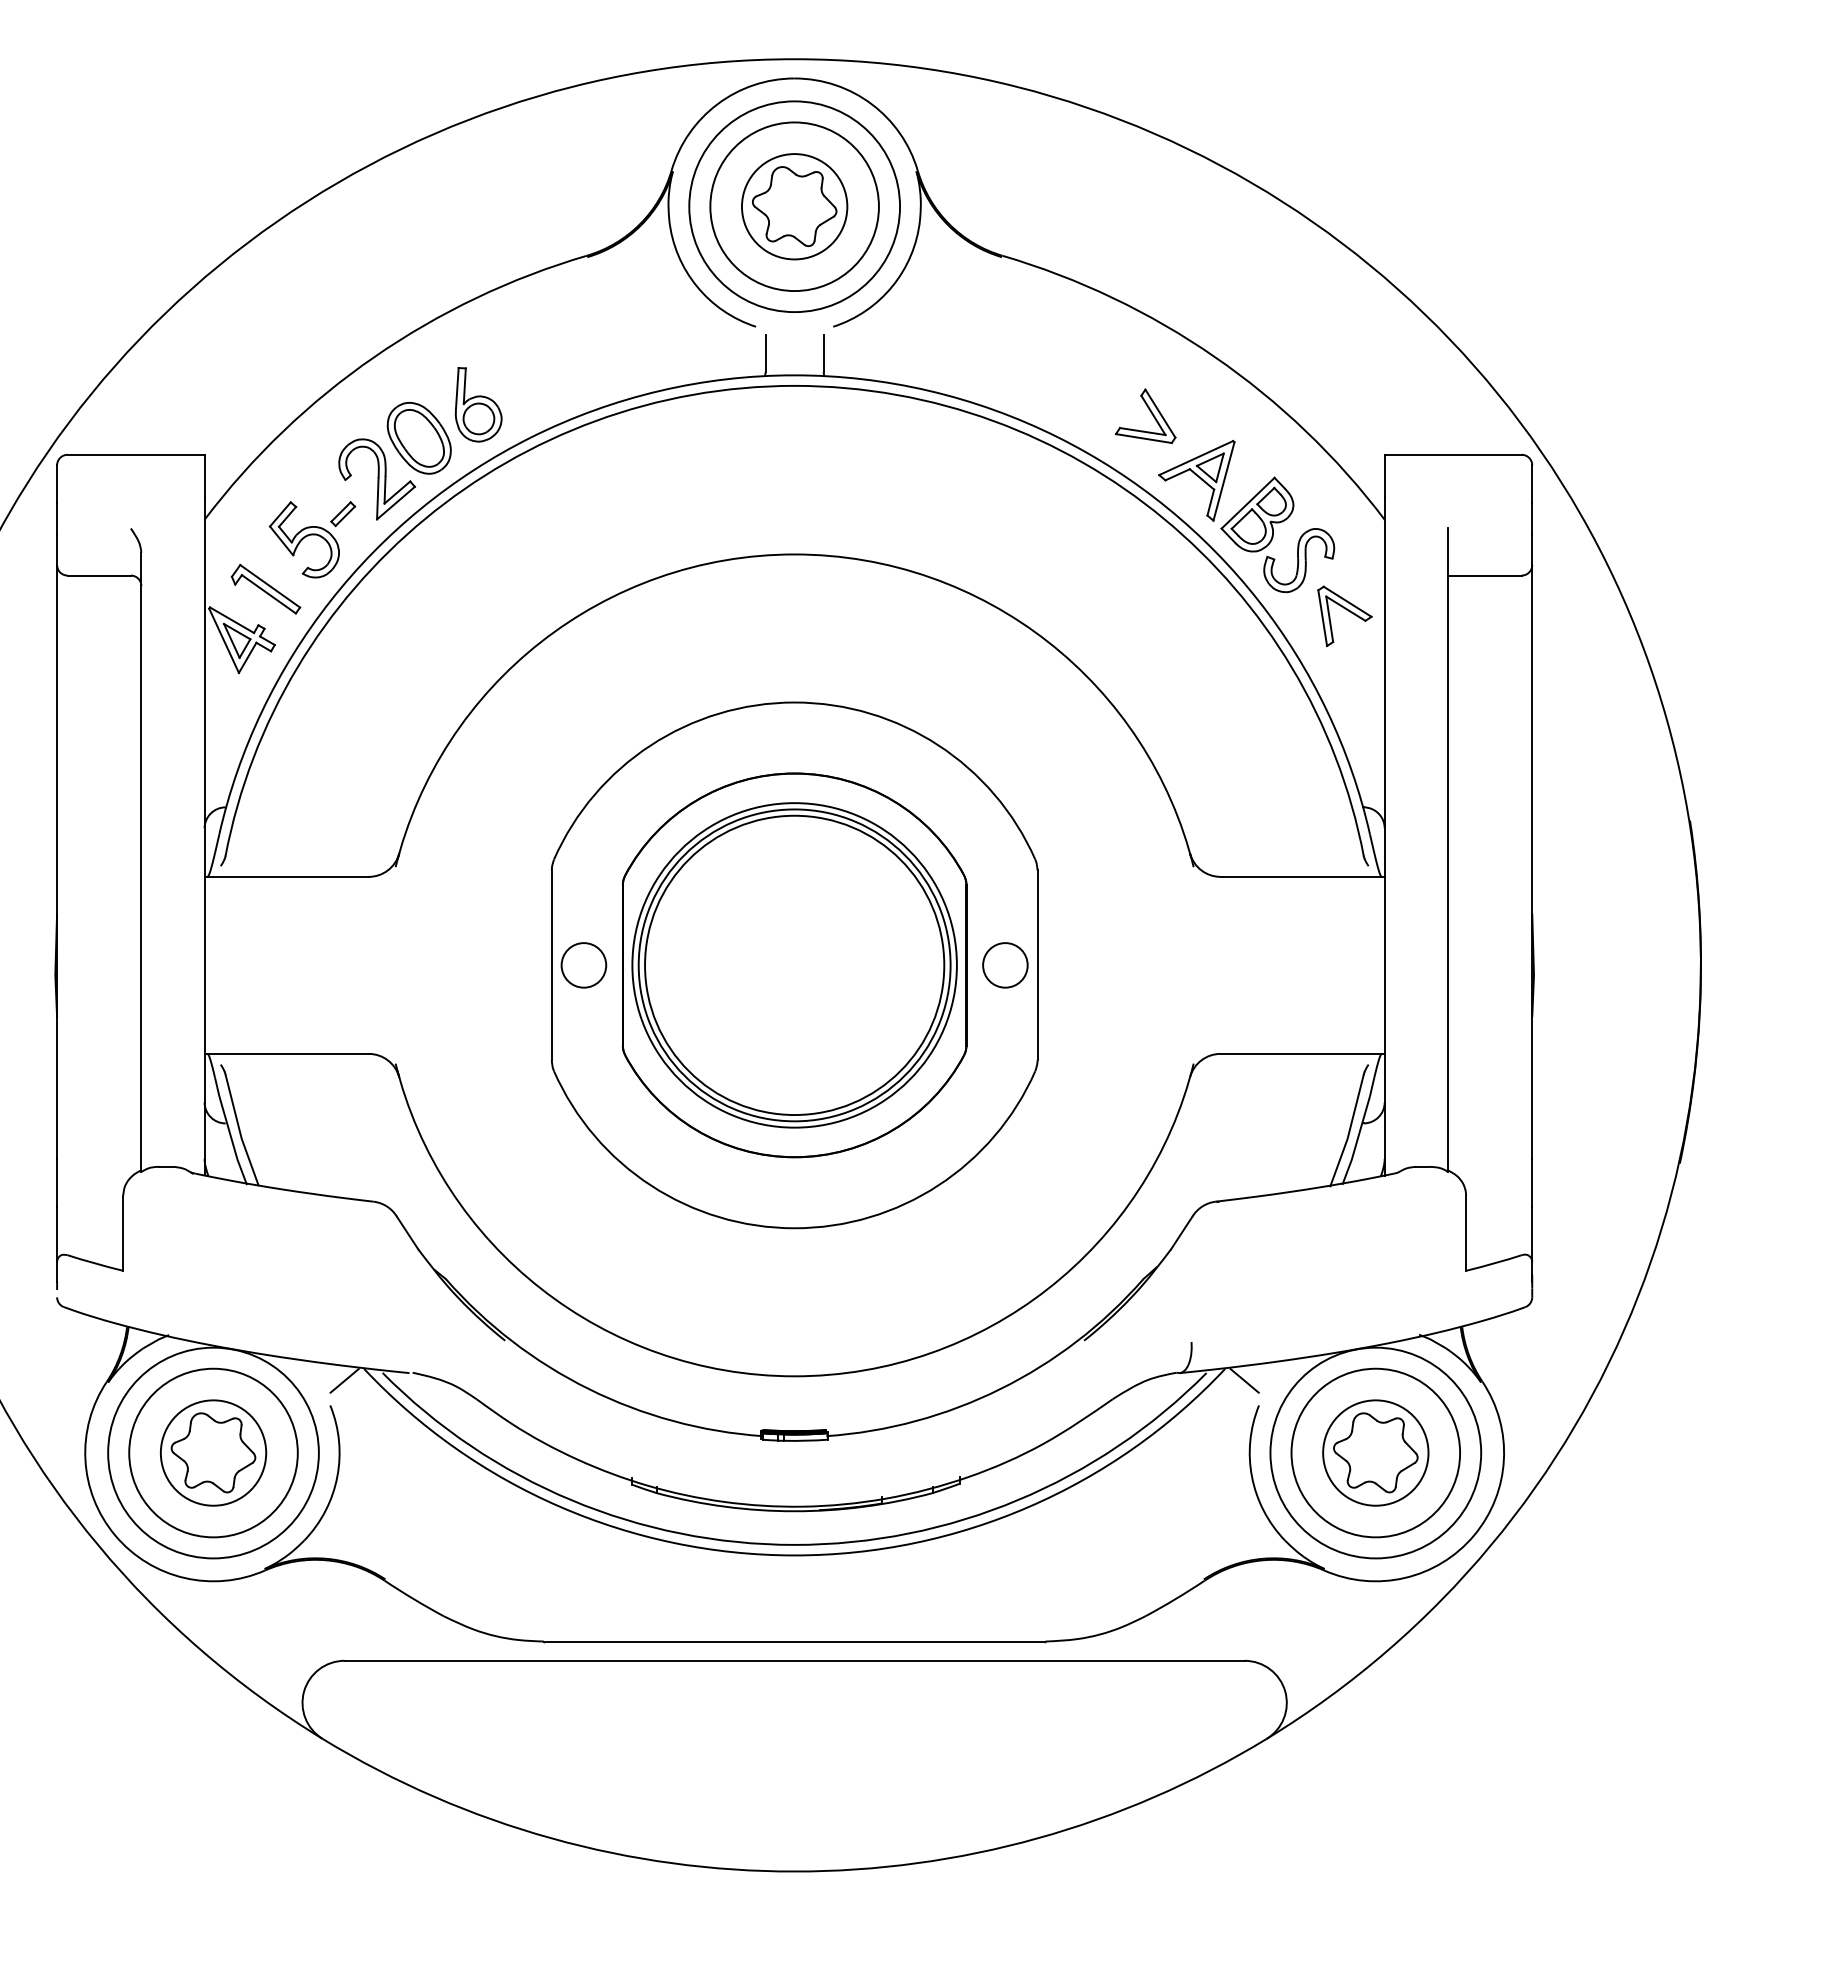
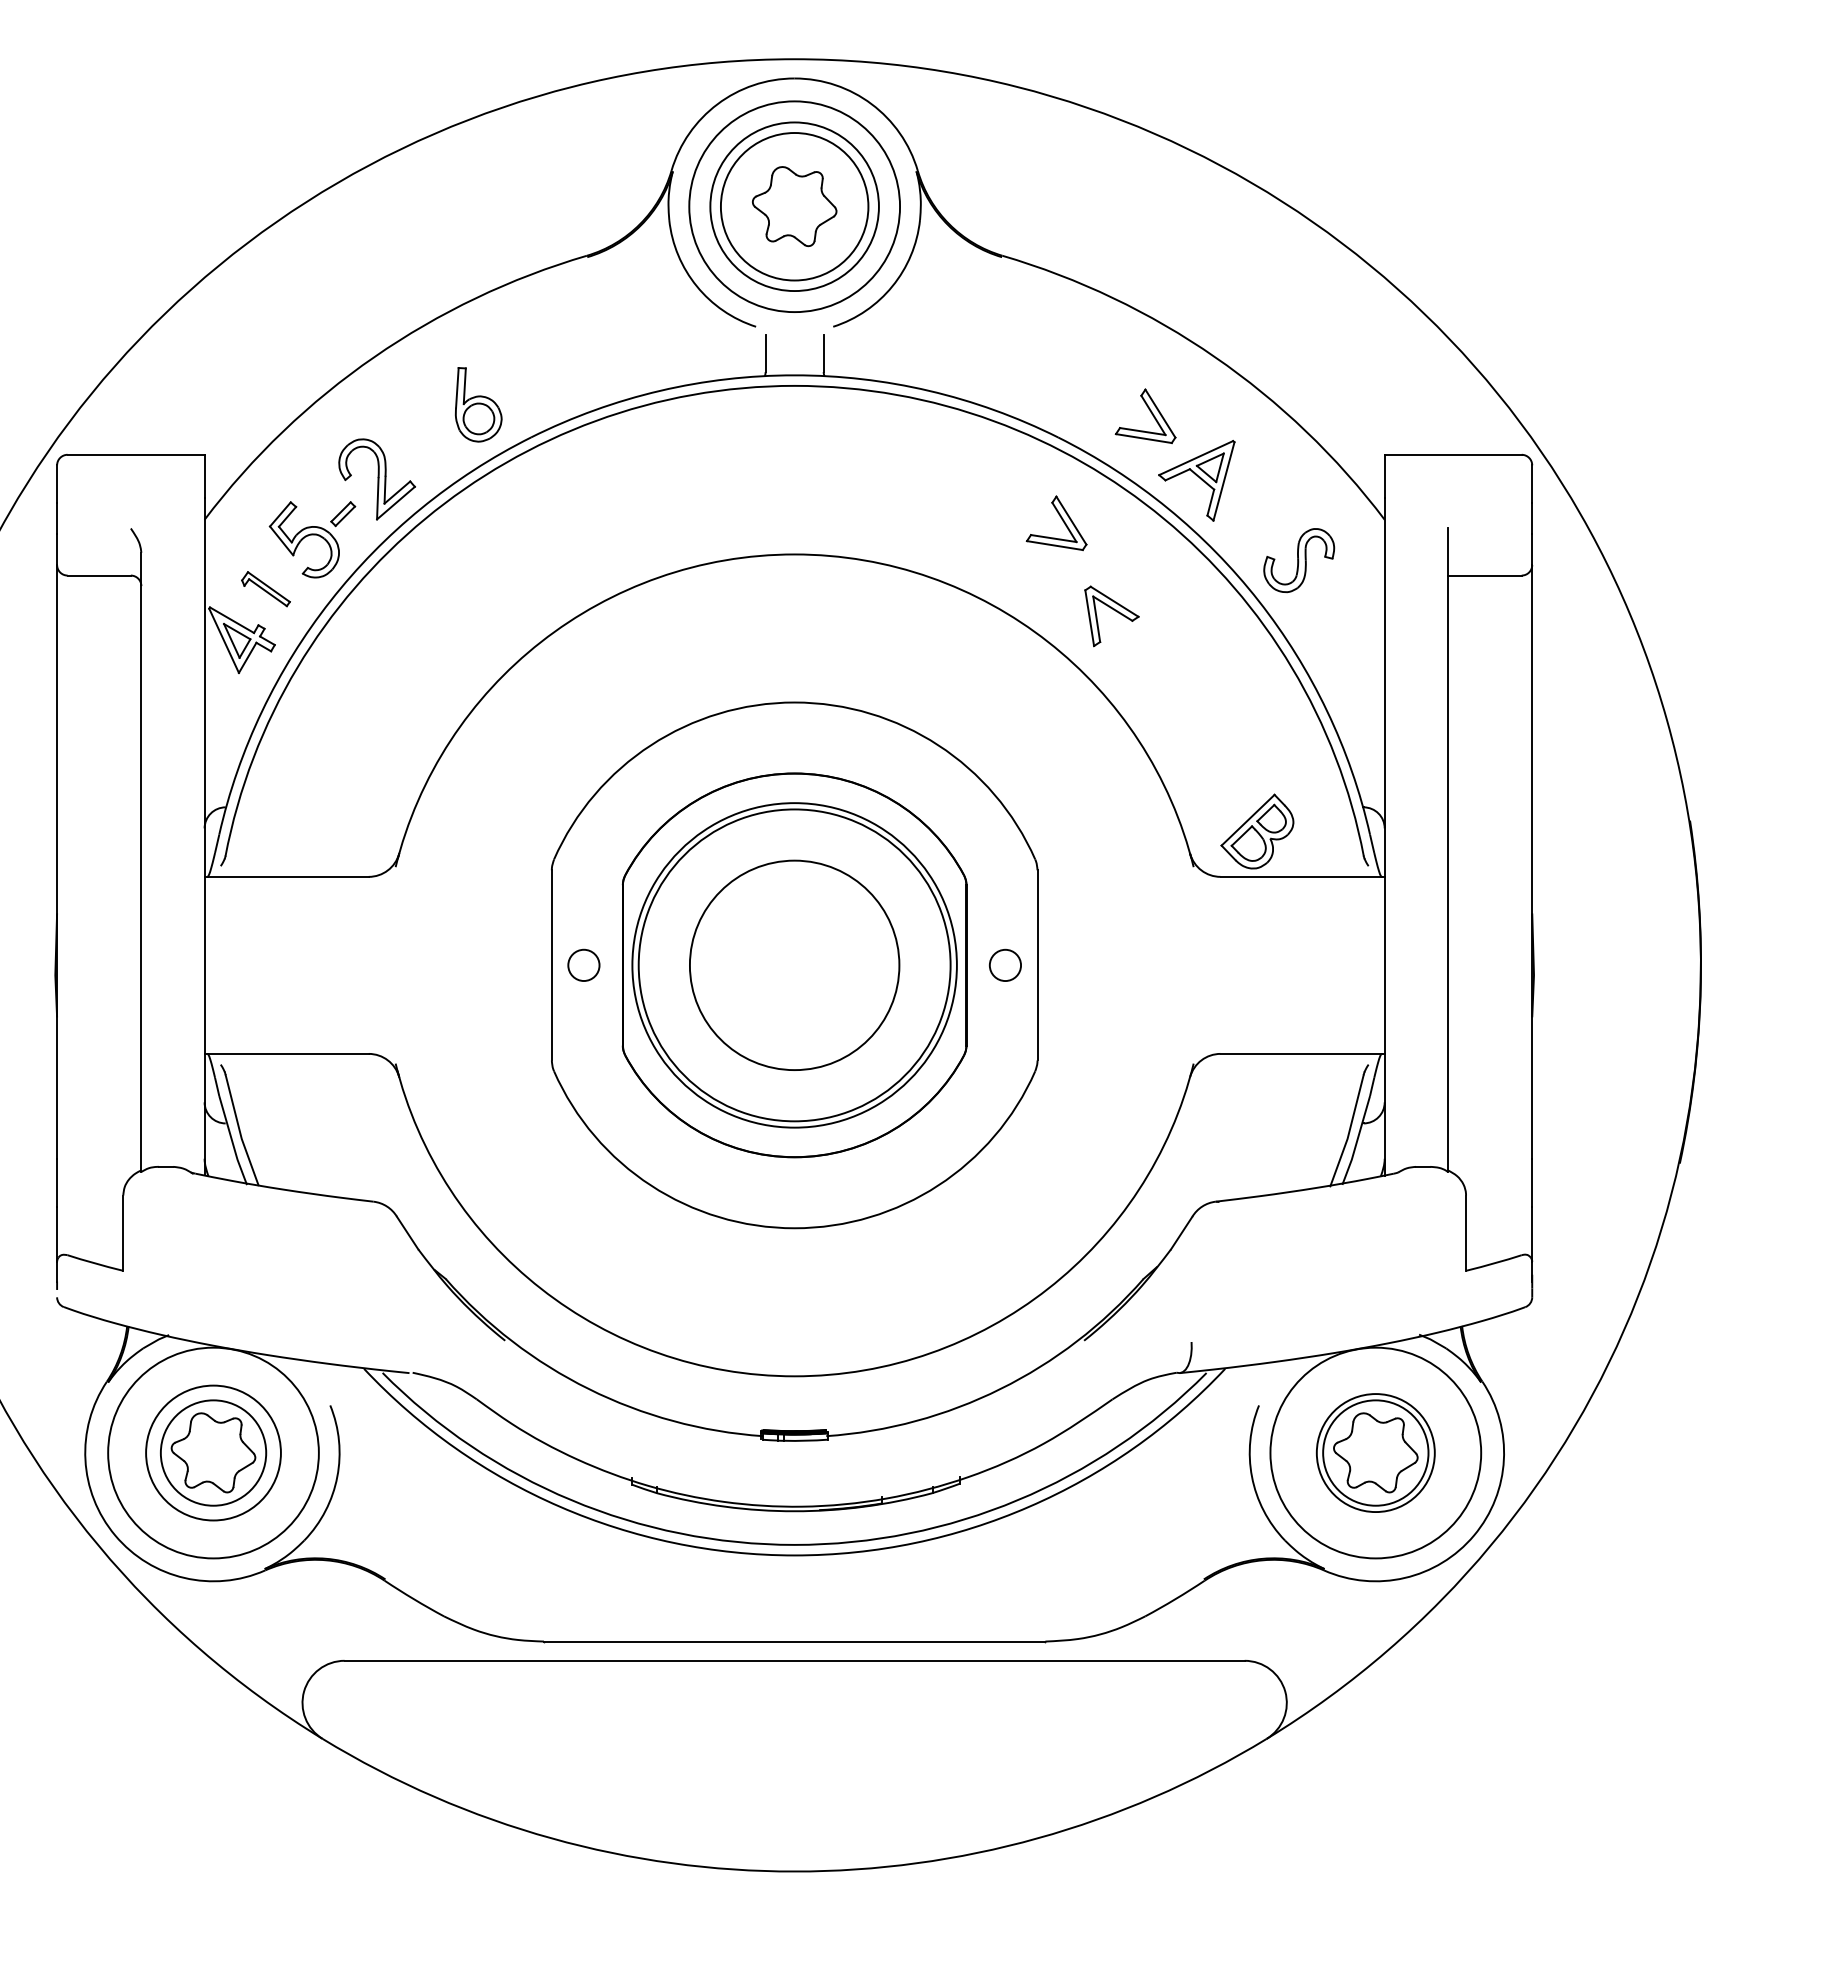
circle at (794, 206) diameter: 105 px -> 148 px
part at (418, 438): present -> none
part at (1257, 514) position: (1257, 514) -> (1257, 831)
part at (1062, 521): none -> present
part at (265, 588) size: 72x52 px -> 50x37 px
part at (1346, 610) position: (1346, 610) -> (1113, 610)
circle at (583, 965) diameter: 45 px -> 31 px
circle at (794, 965) diameter: 299 px -> 209 px
circle at (1005, 965) size: 47x47 px -> 34x34 px
line at (344, 1380): present -> none
line at (1244, 1380): present -> none
circle at (213, 1452) diameter: 169 px -> 135 px
circle at (1375, 1452) diameter: 169 px -> 118 px
